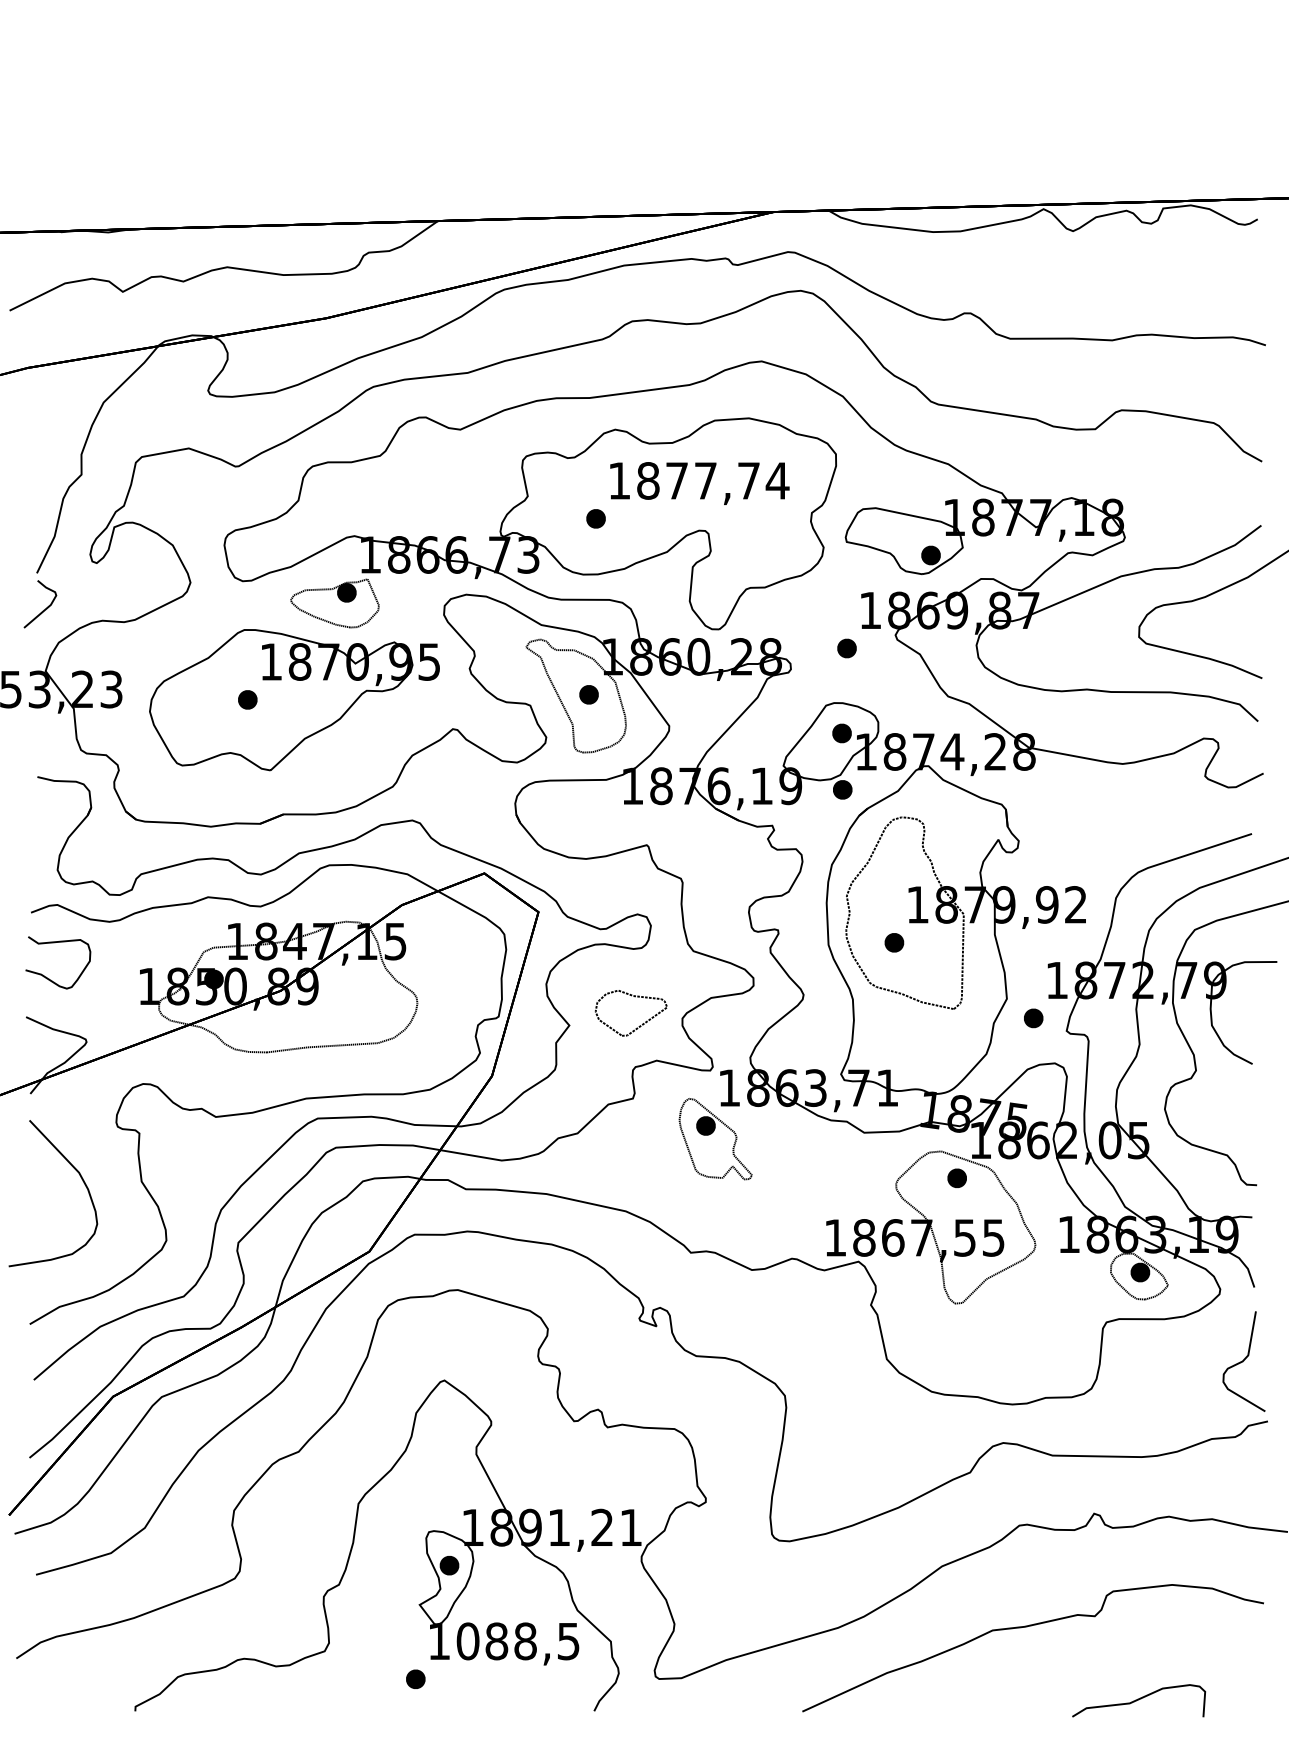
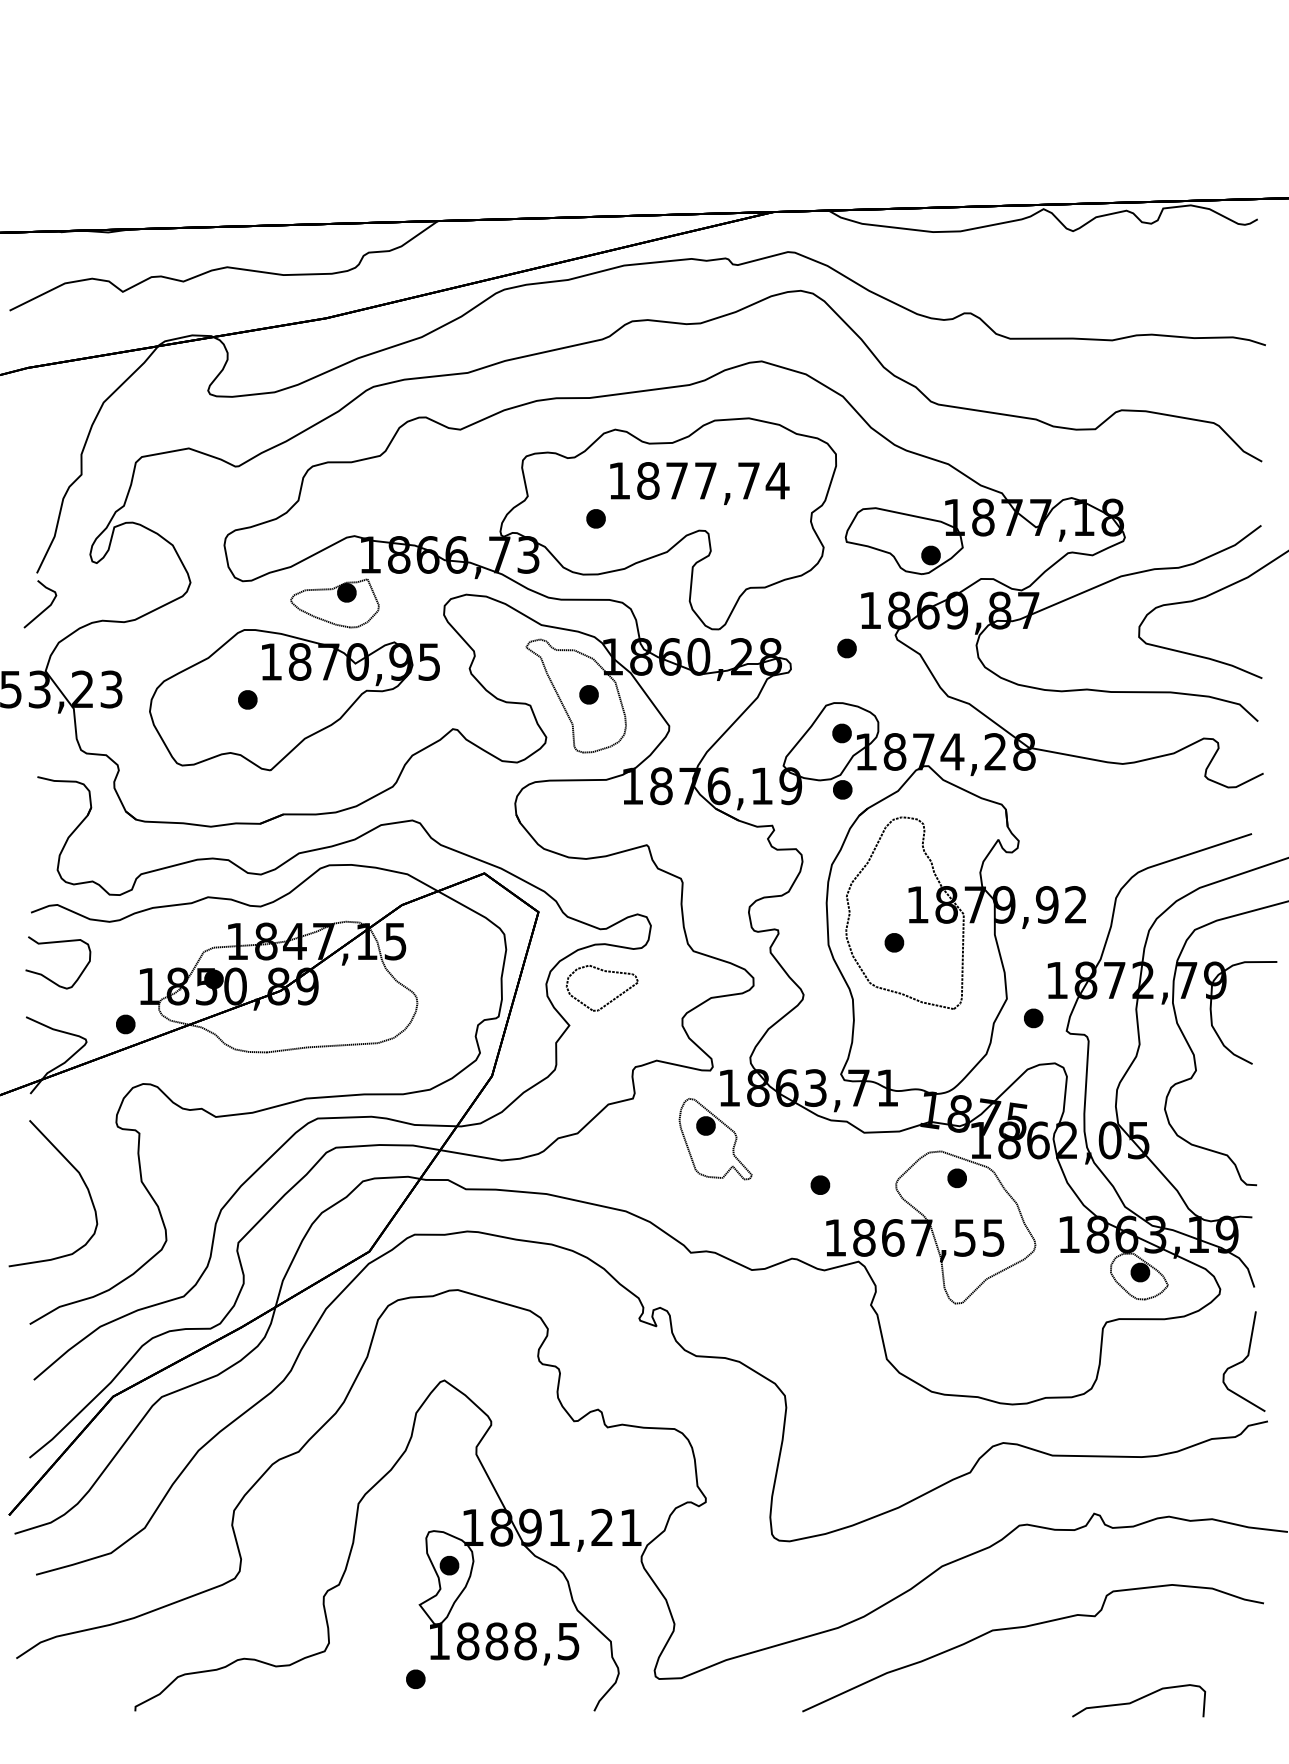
part at (125, 1024): none -> present
part at (639, 1025) position: (639, 1025) -> (610, 1000)
part at (820, 1184): none -> present
text at (467, 1641): 1088,5 -> 1888,5
